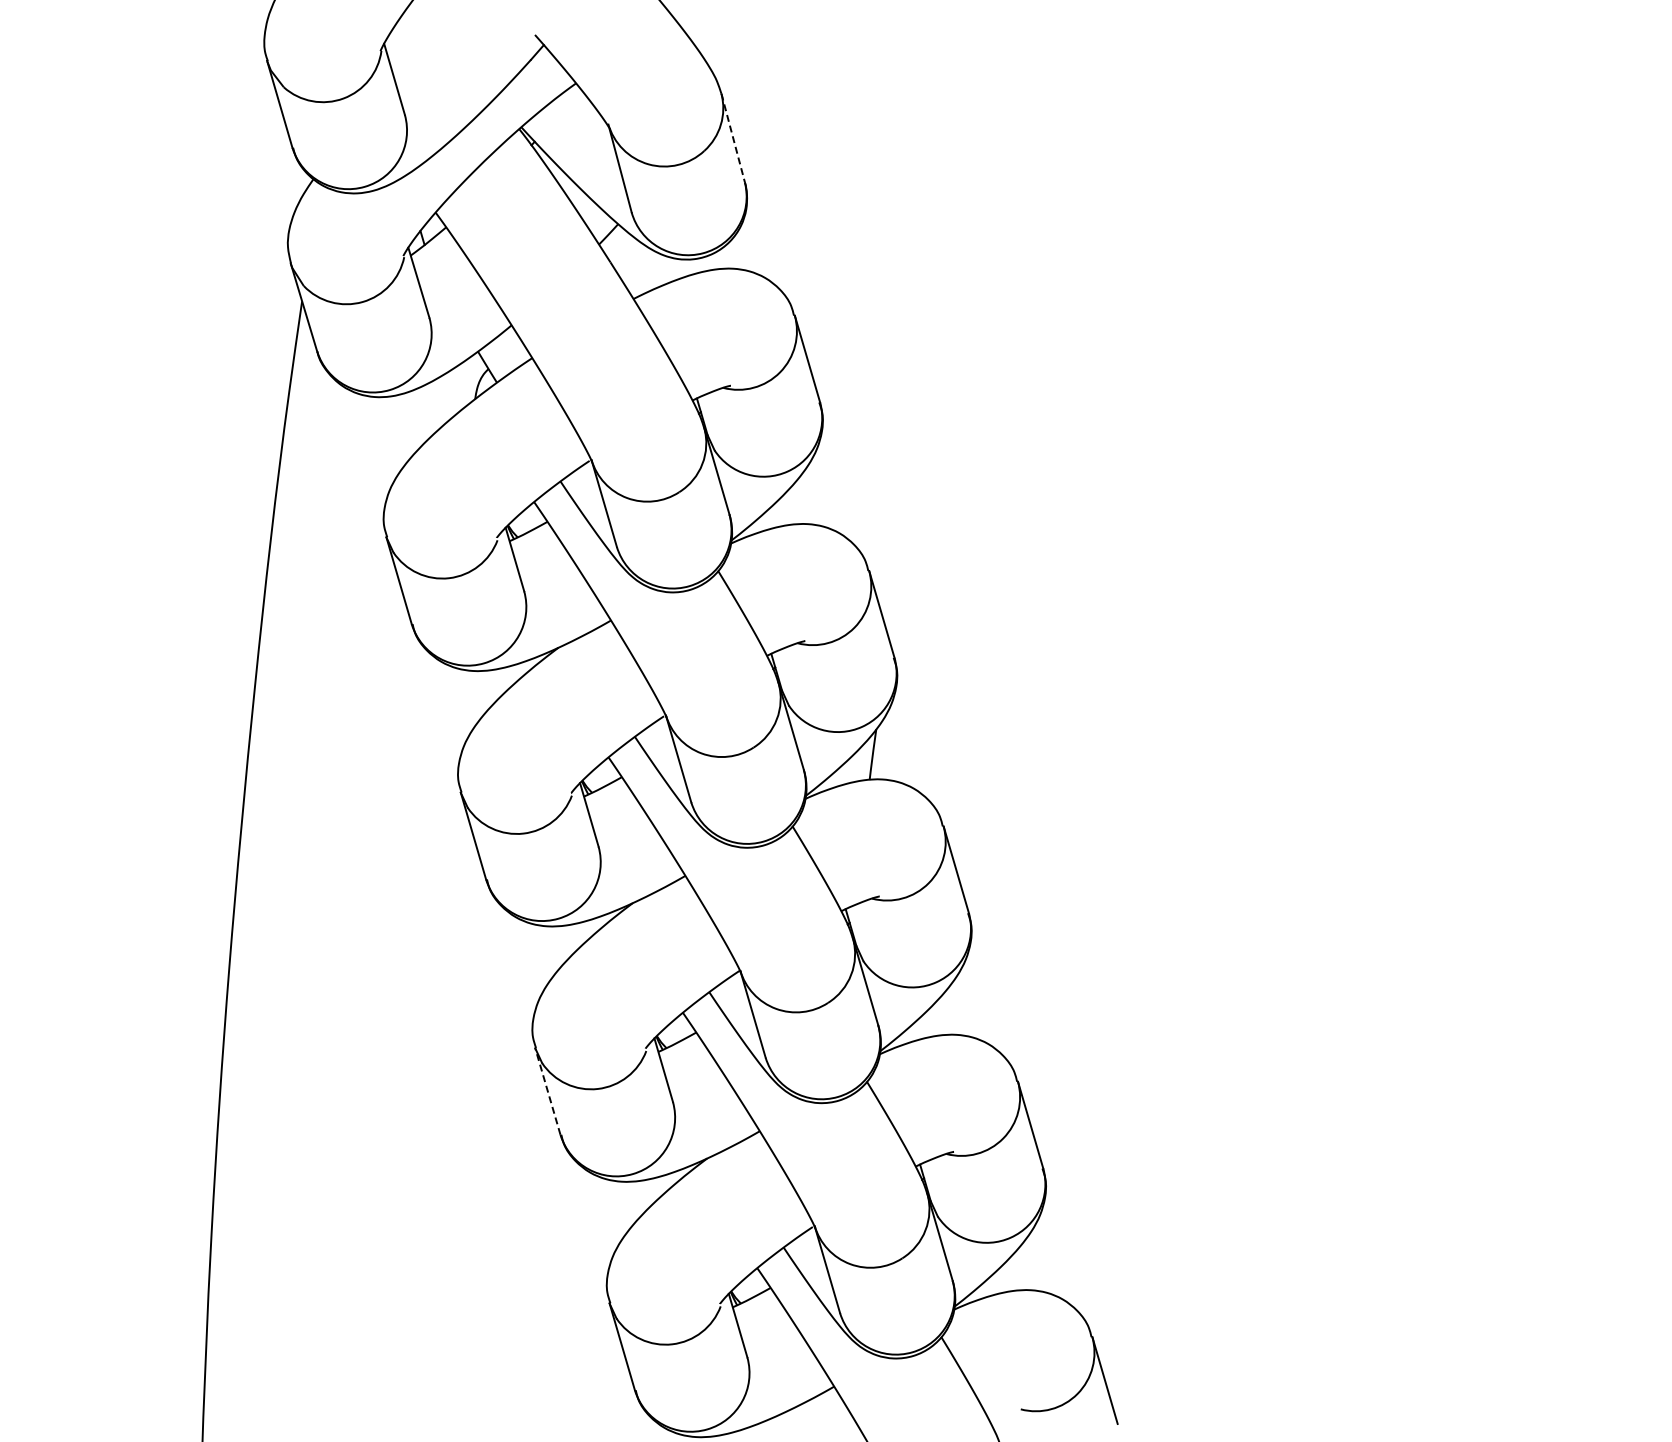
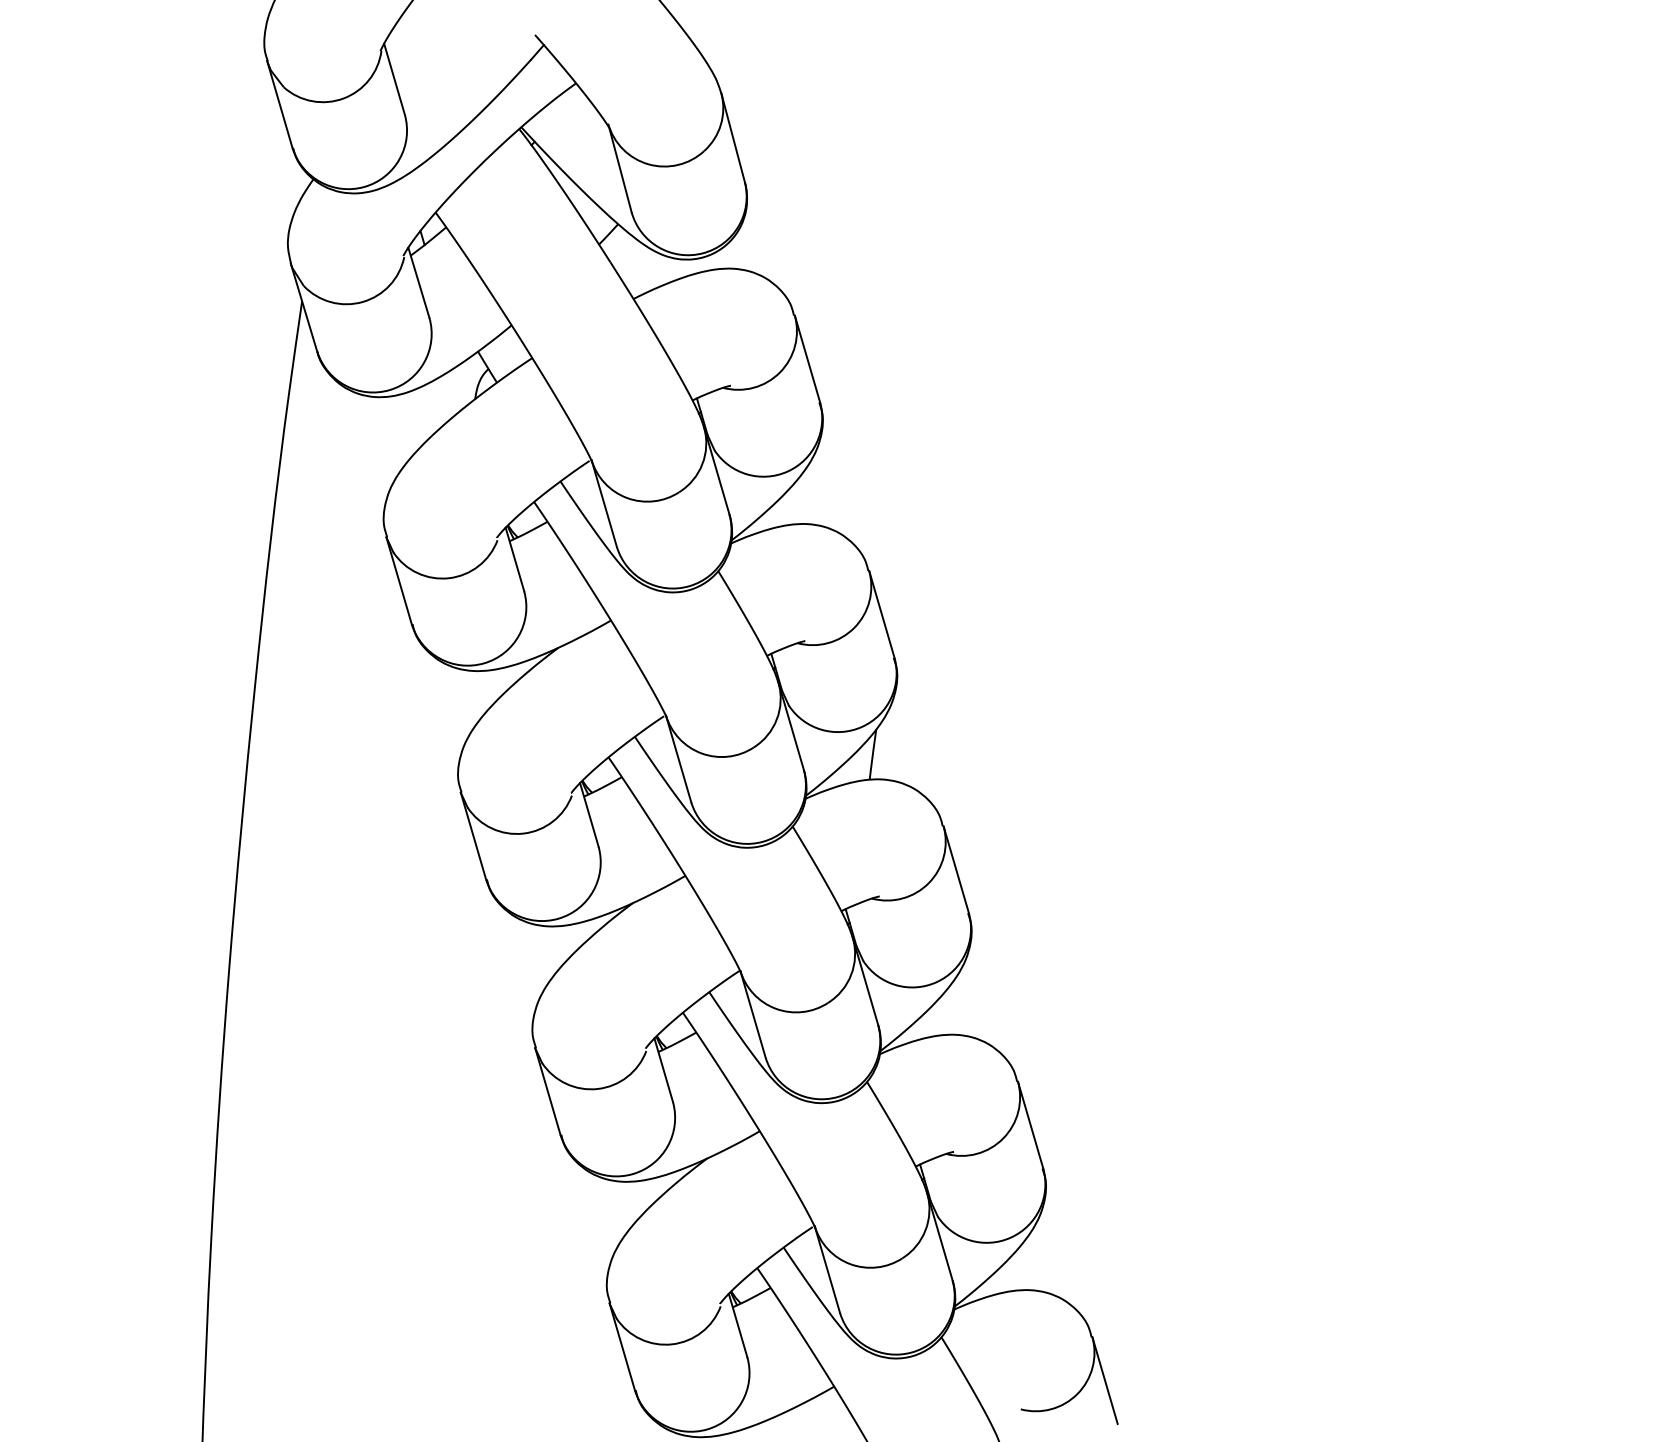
line at (733, 138): dashed -> solid
line at (547, 1090): dashed -> solid
